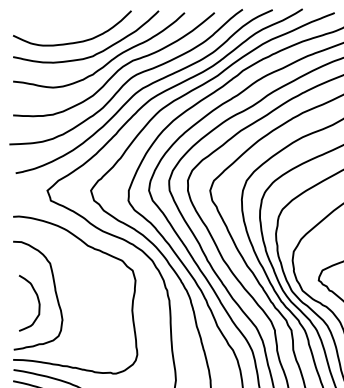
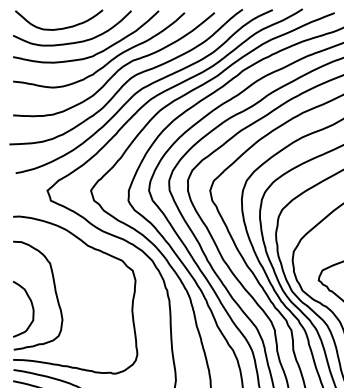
curve at (62, 27): none -> present
curve at (37, 300) position: (37, 300) -> (31, 306)
